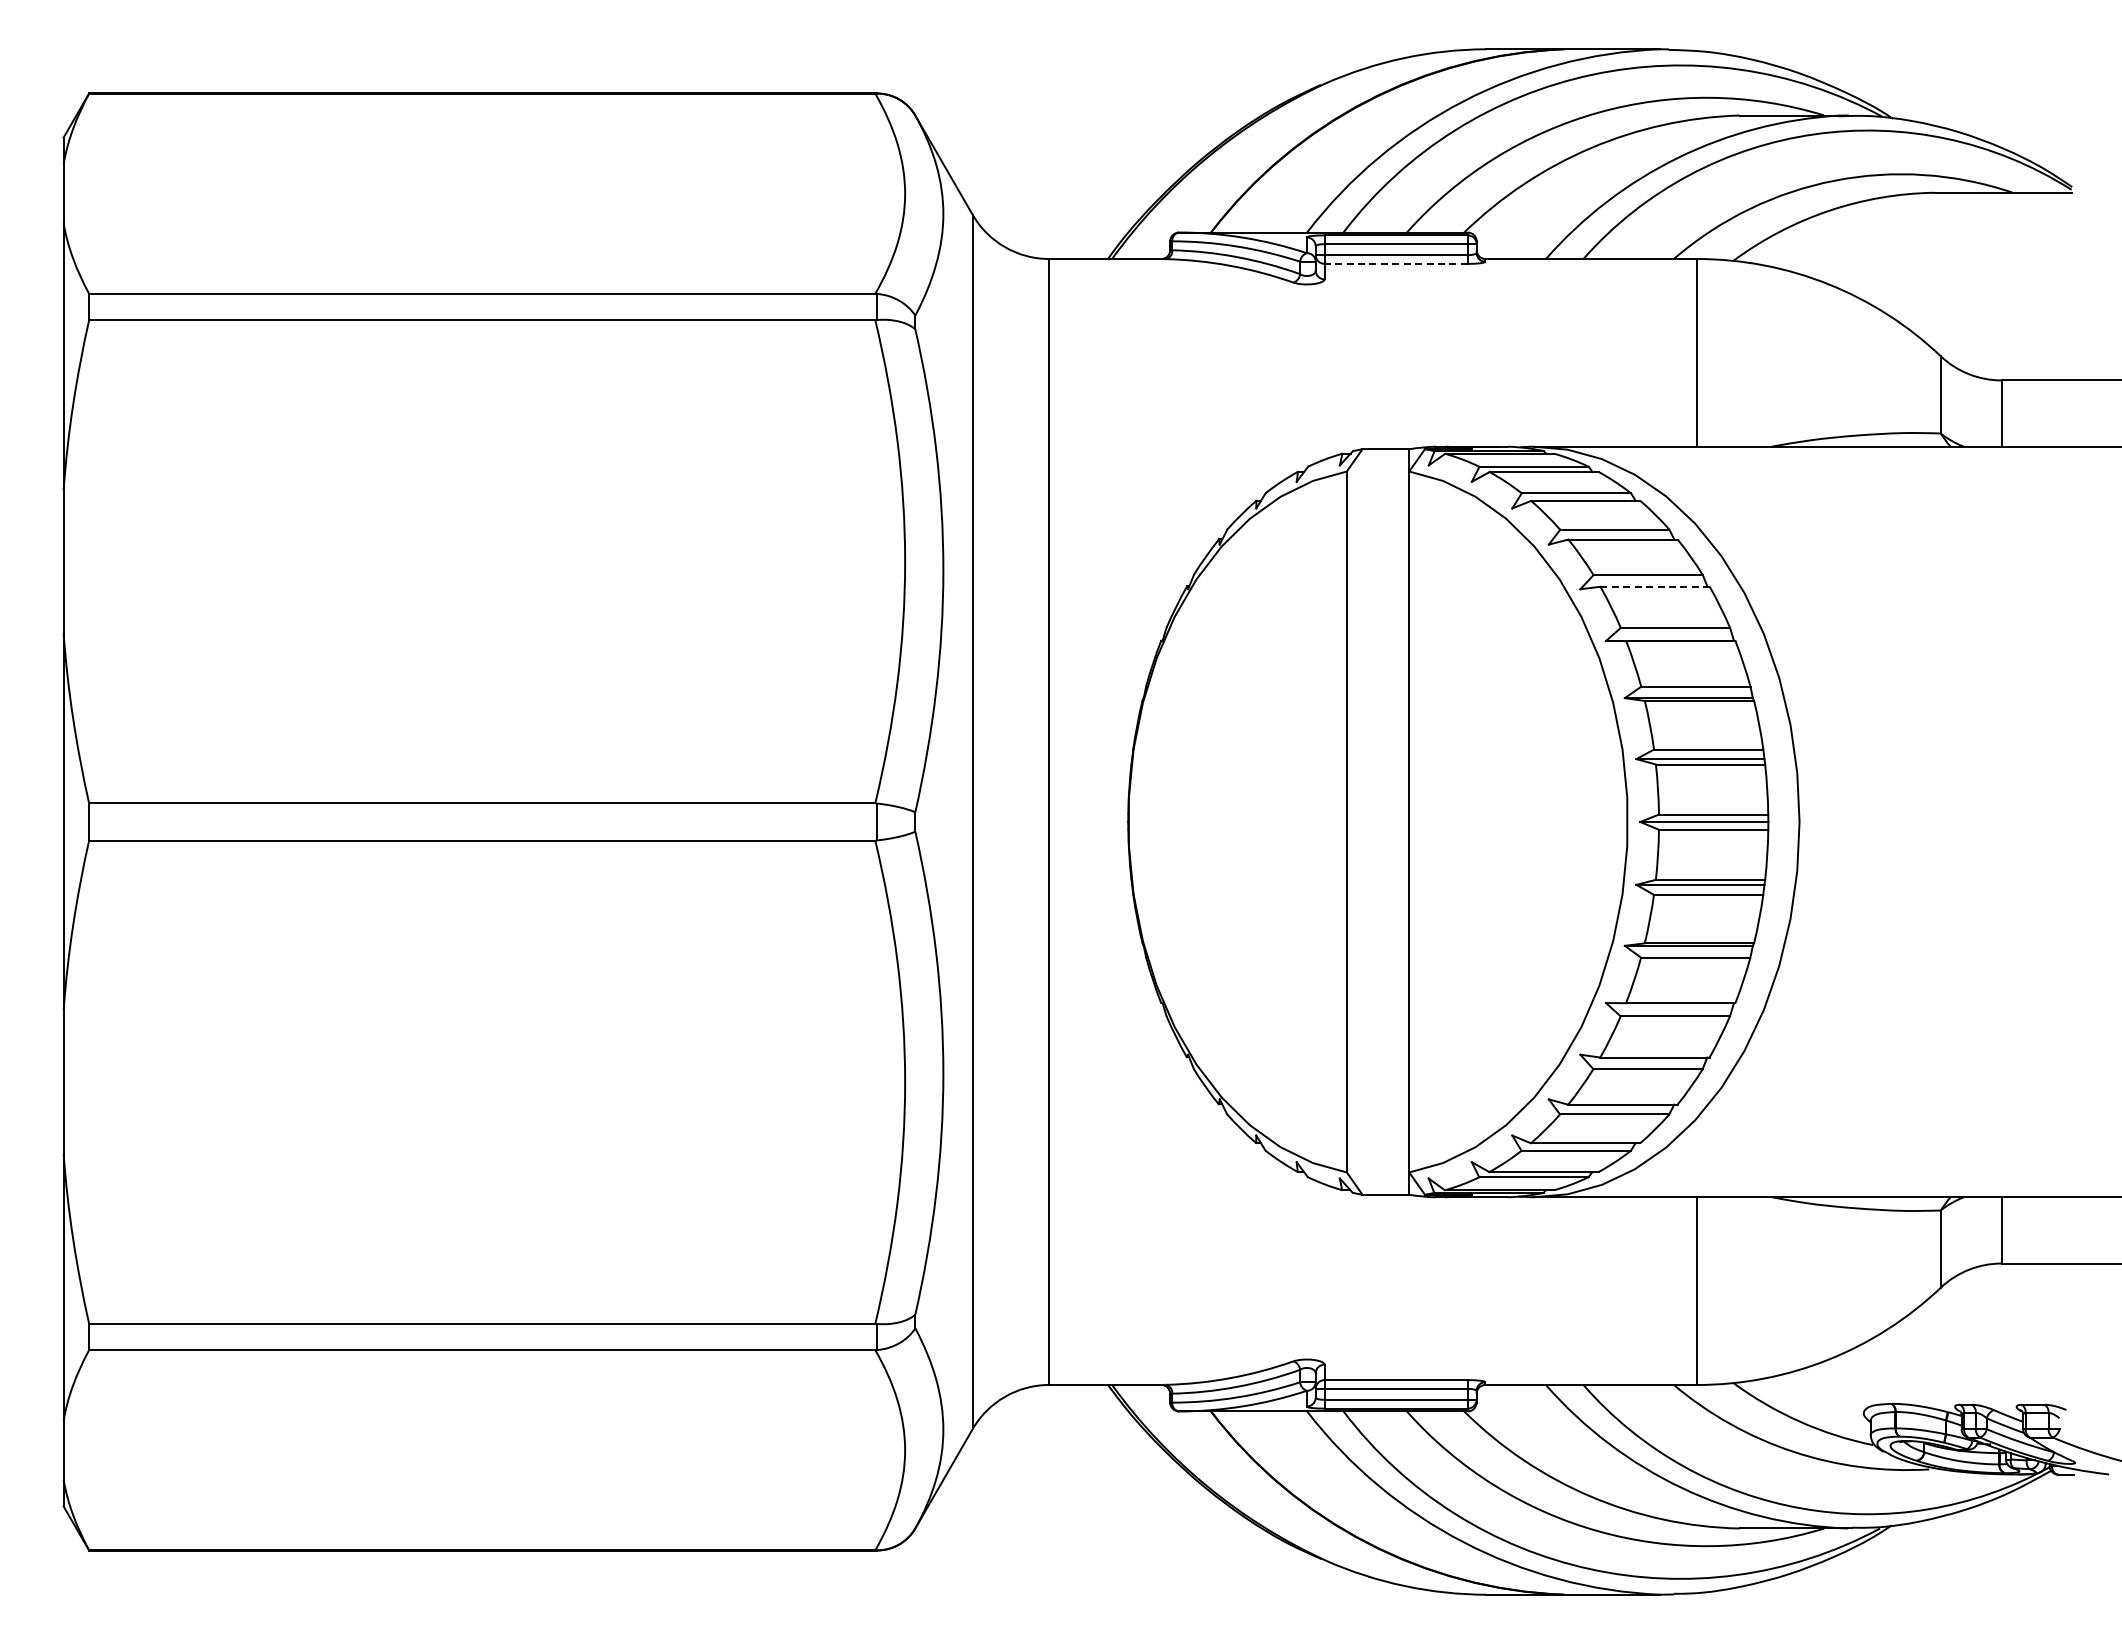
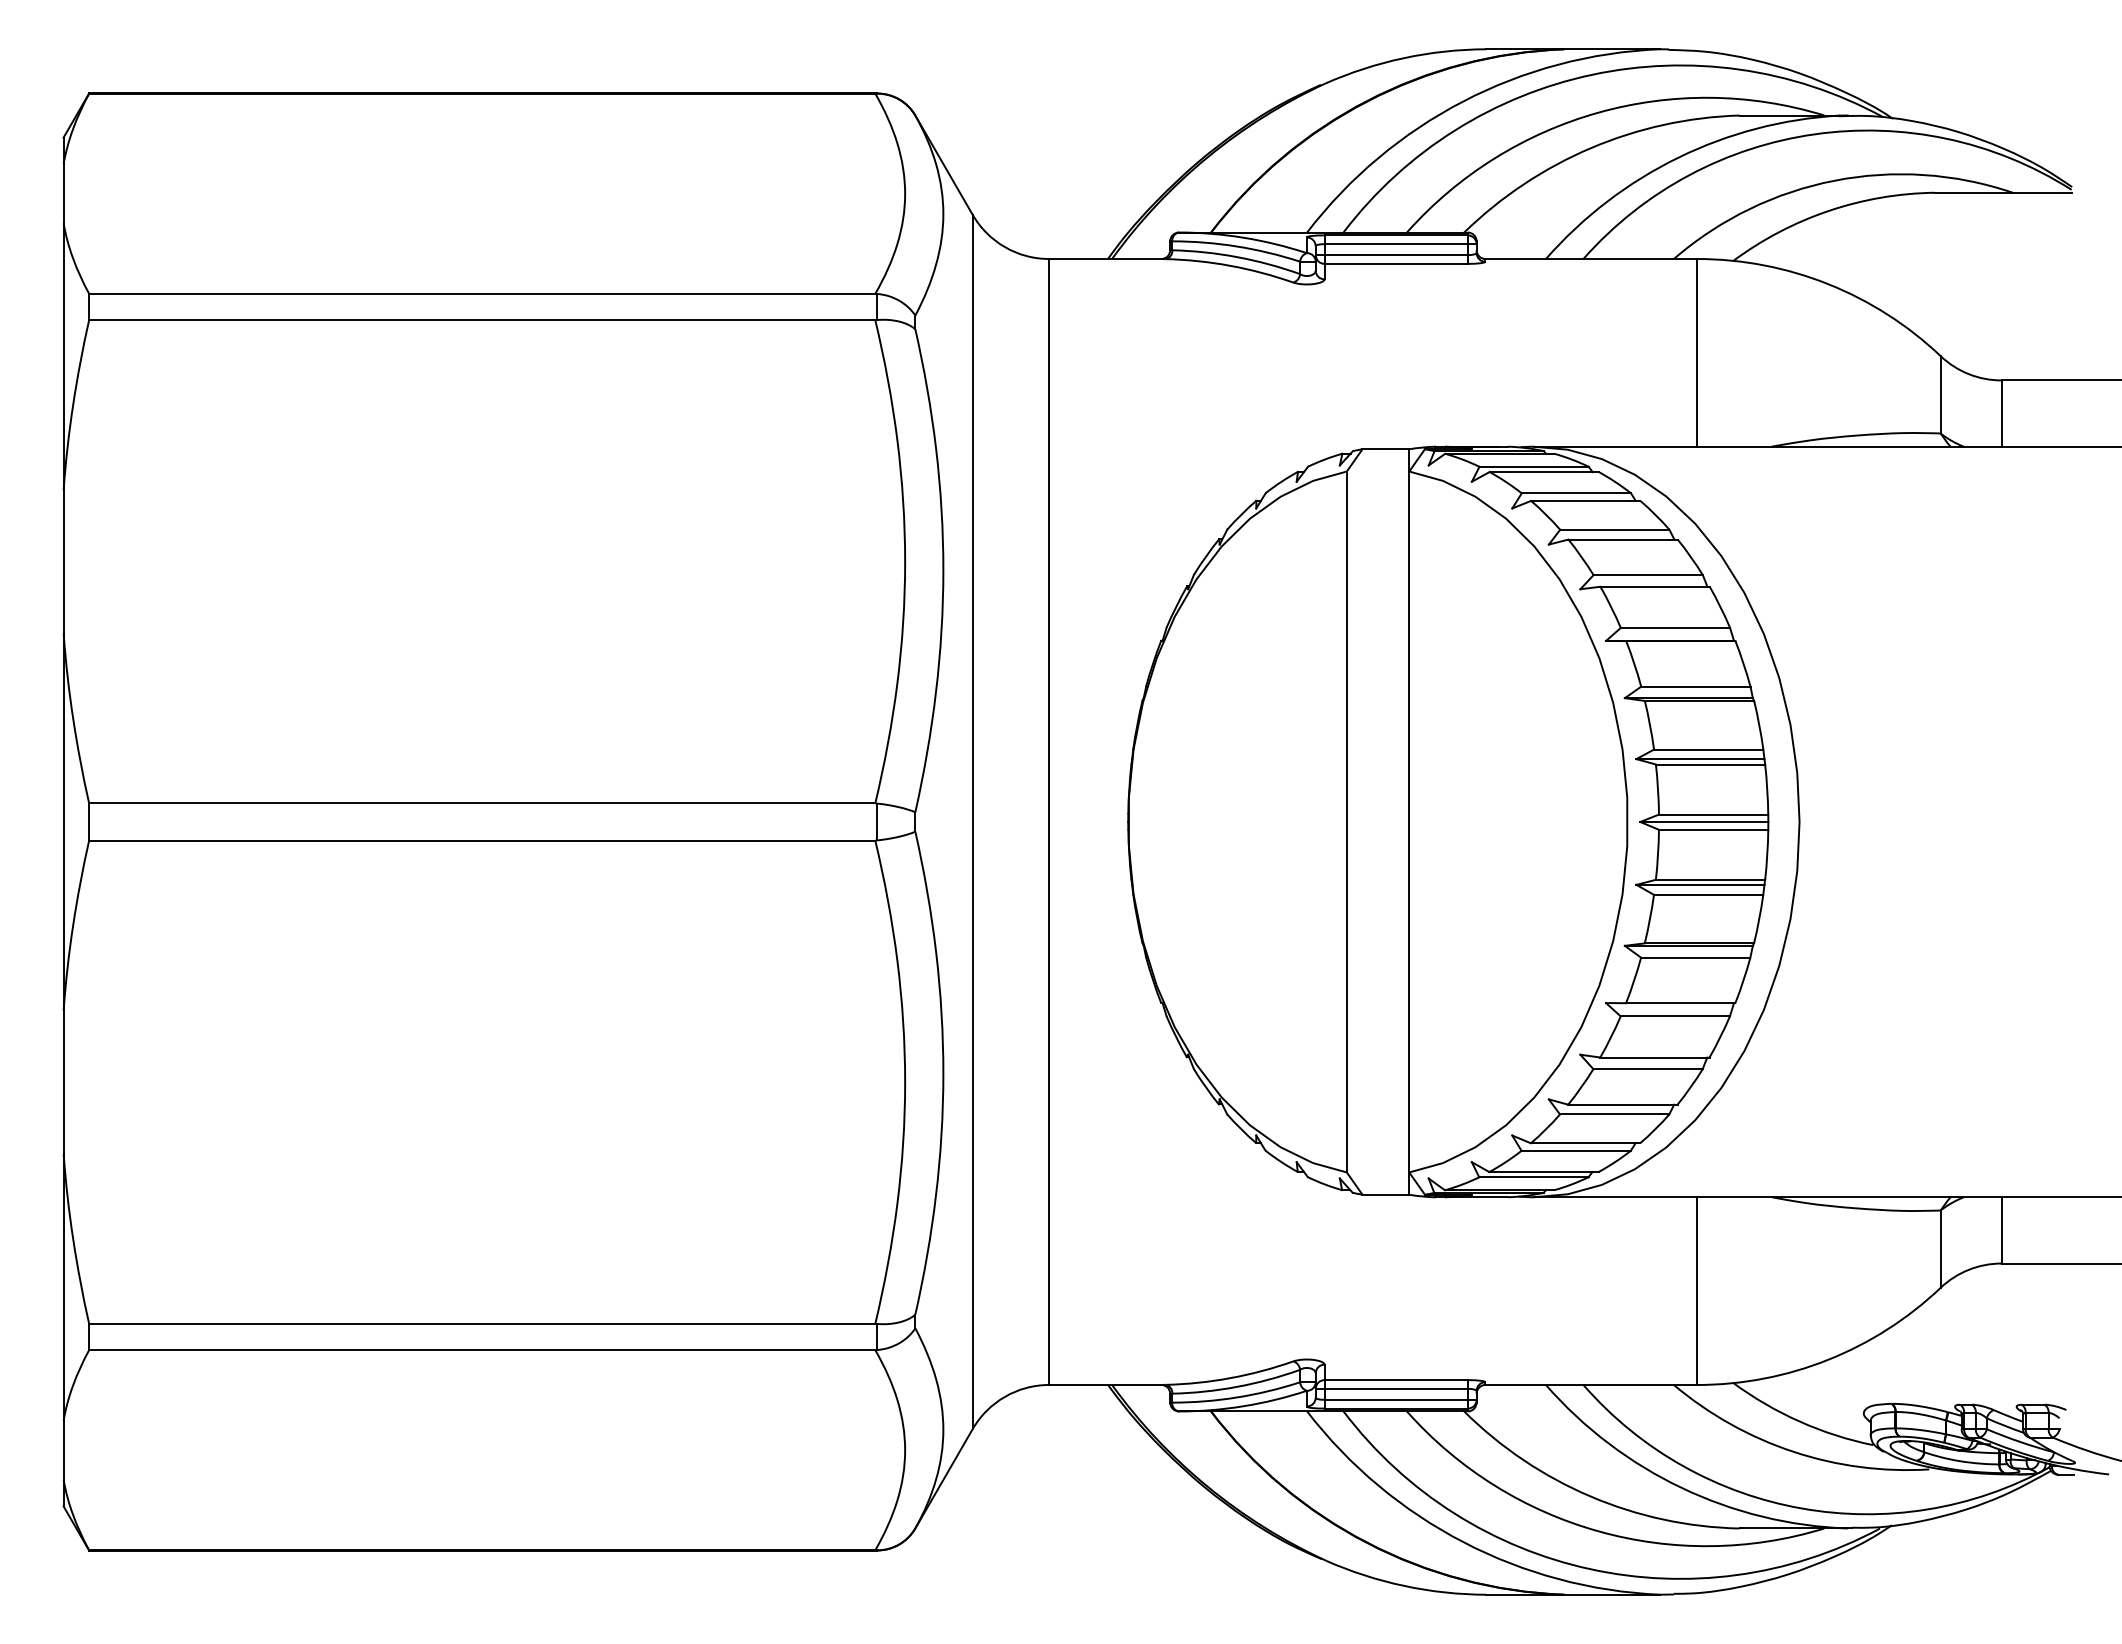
line at (1396, 263): dashed -> solid
line at (1655, 586): dashed -> solid
